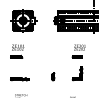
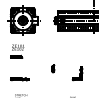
part at (23, 20) size: 28x24 px -> 34x31 px
part at (78, 51): present -> none
part at (53, 76) position: (53, 76) -> (53, 68)
